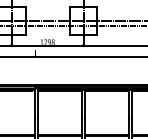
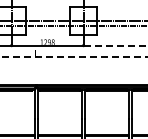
line at (115, 45): solid -> dashed
line at (74, 56): solid -> dashed
